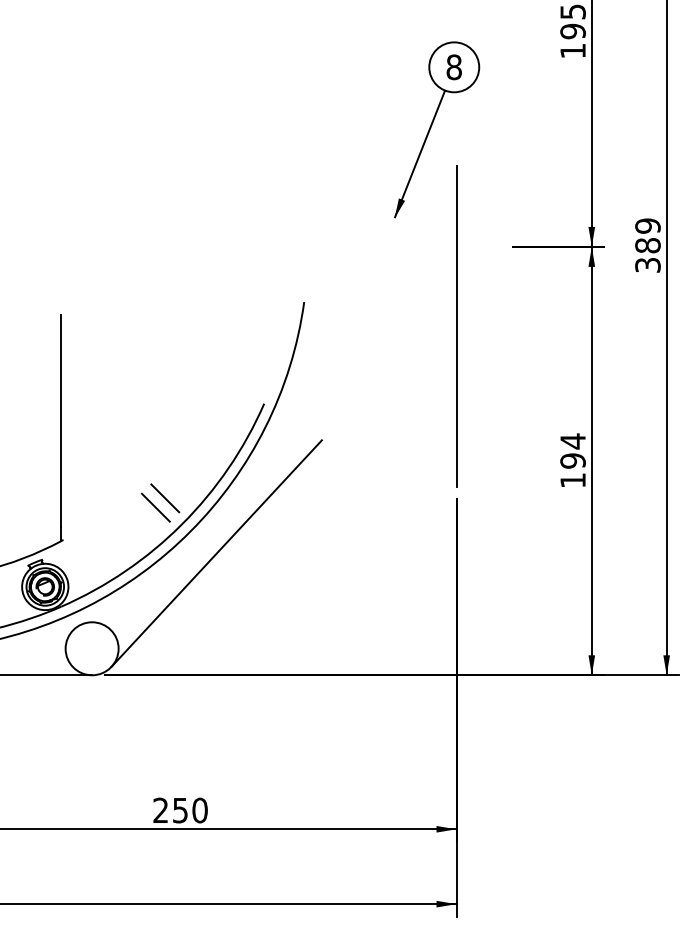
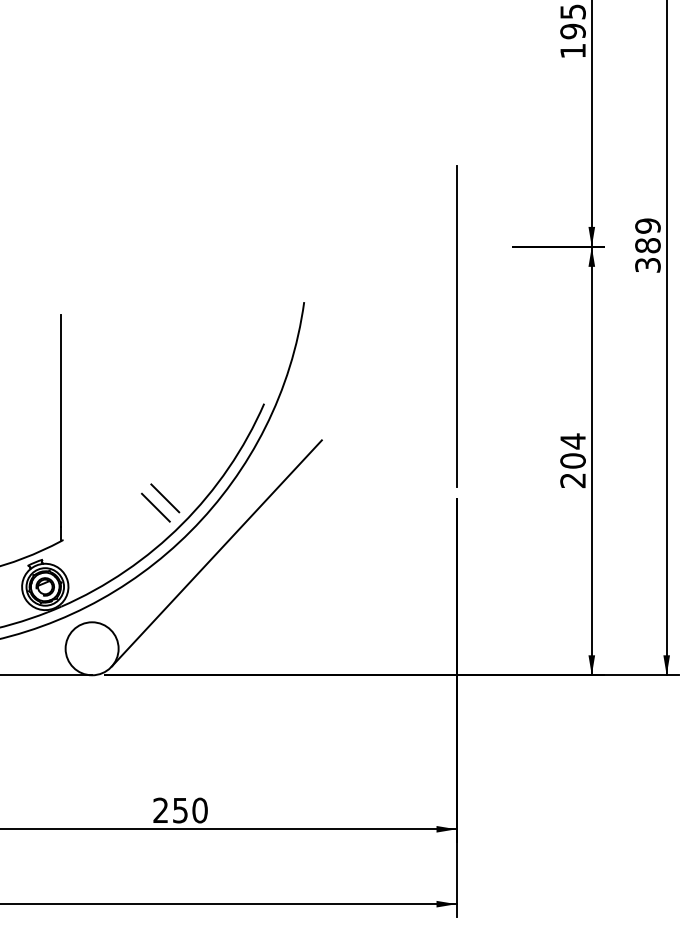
part at (431, 128): present -> none
text at (572, 470): 194 -> 204
